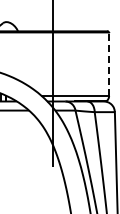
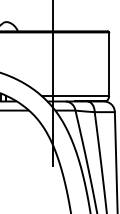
line at (109, 64): dashed -> solid
